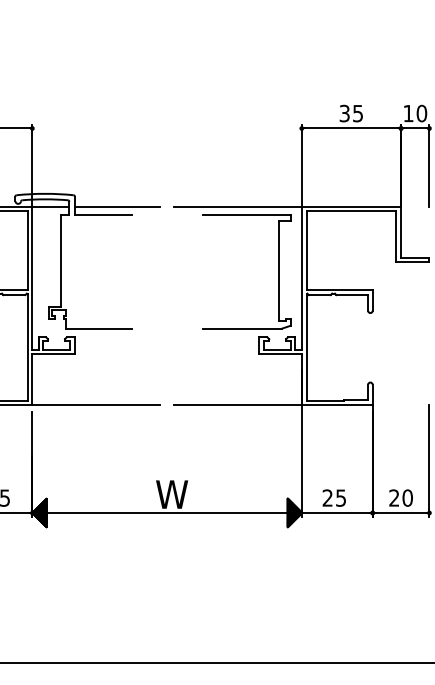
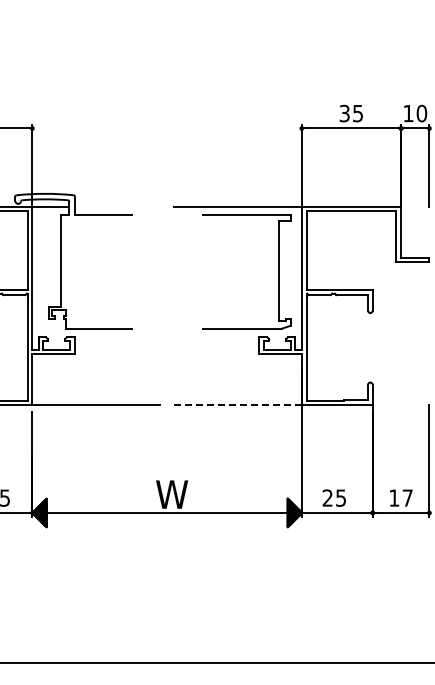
line at (117, 206): present -> none
line at (238, 405): solid -> dashed
text at (400, 497): 20 -> 17
